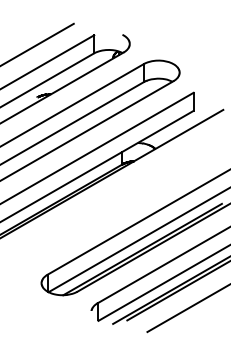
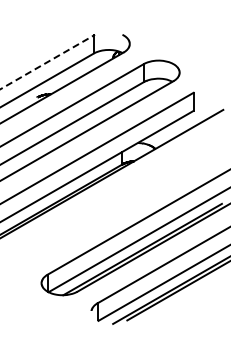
line at (37, 43): present -> none
line at (47, 62): solid -> dashed
line at (187, 309): present -> none
